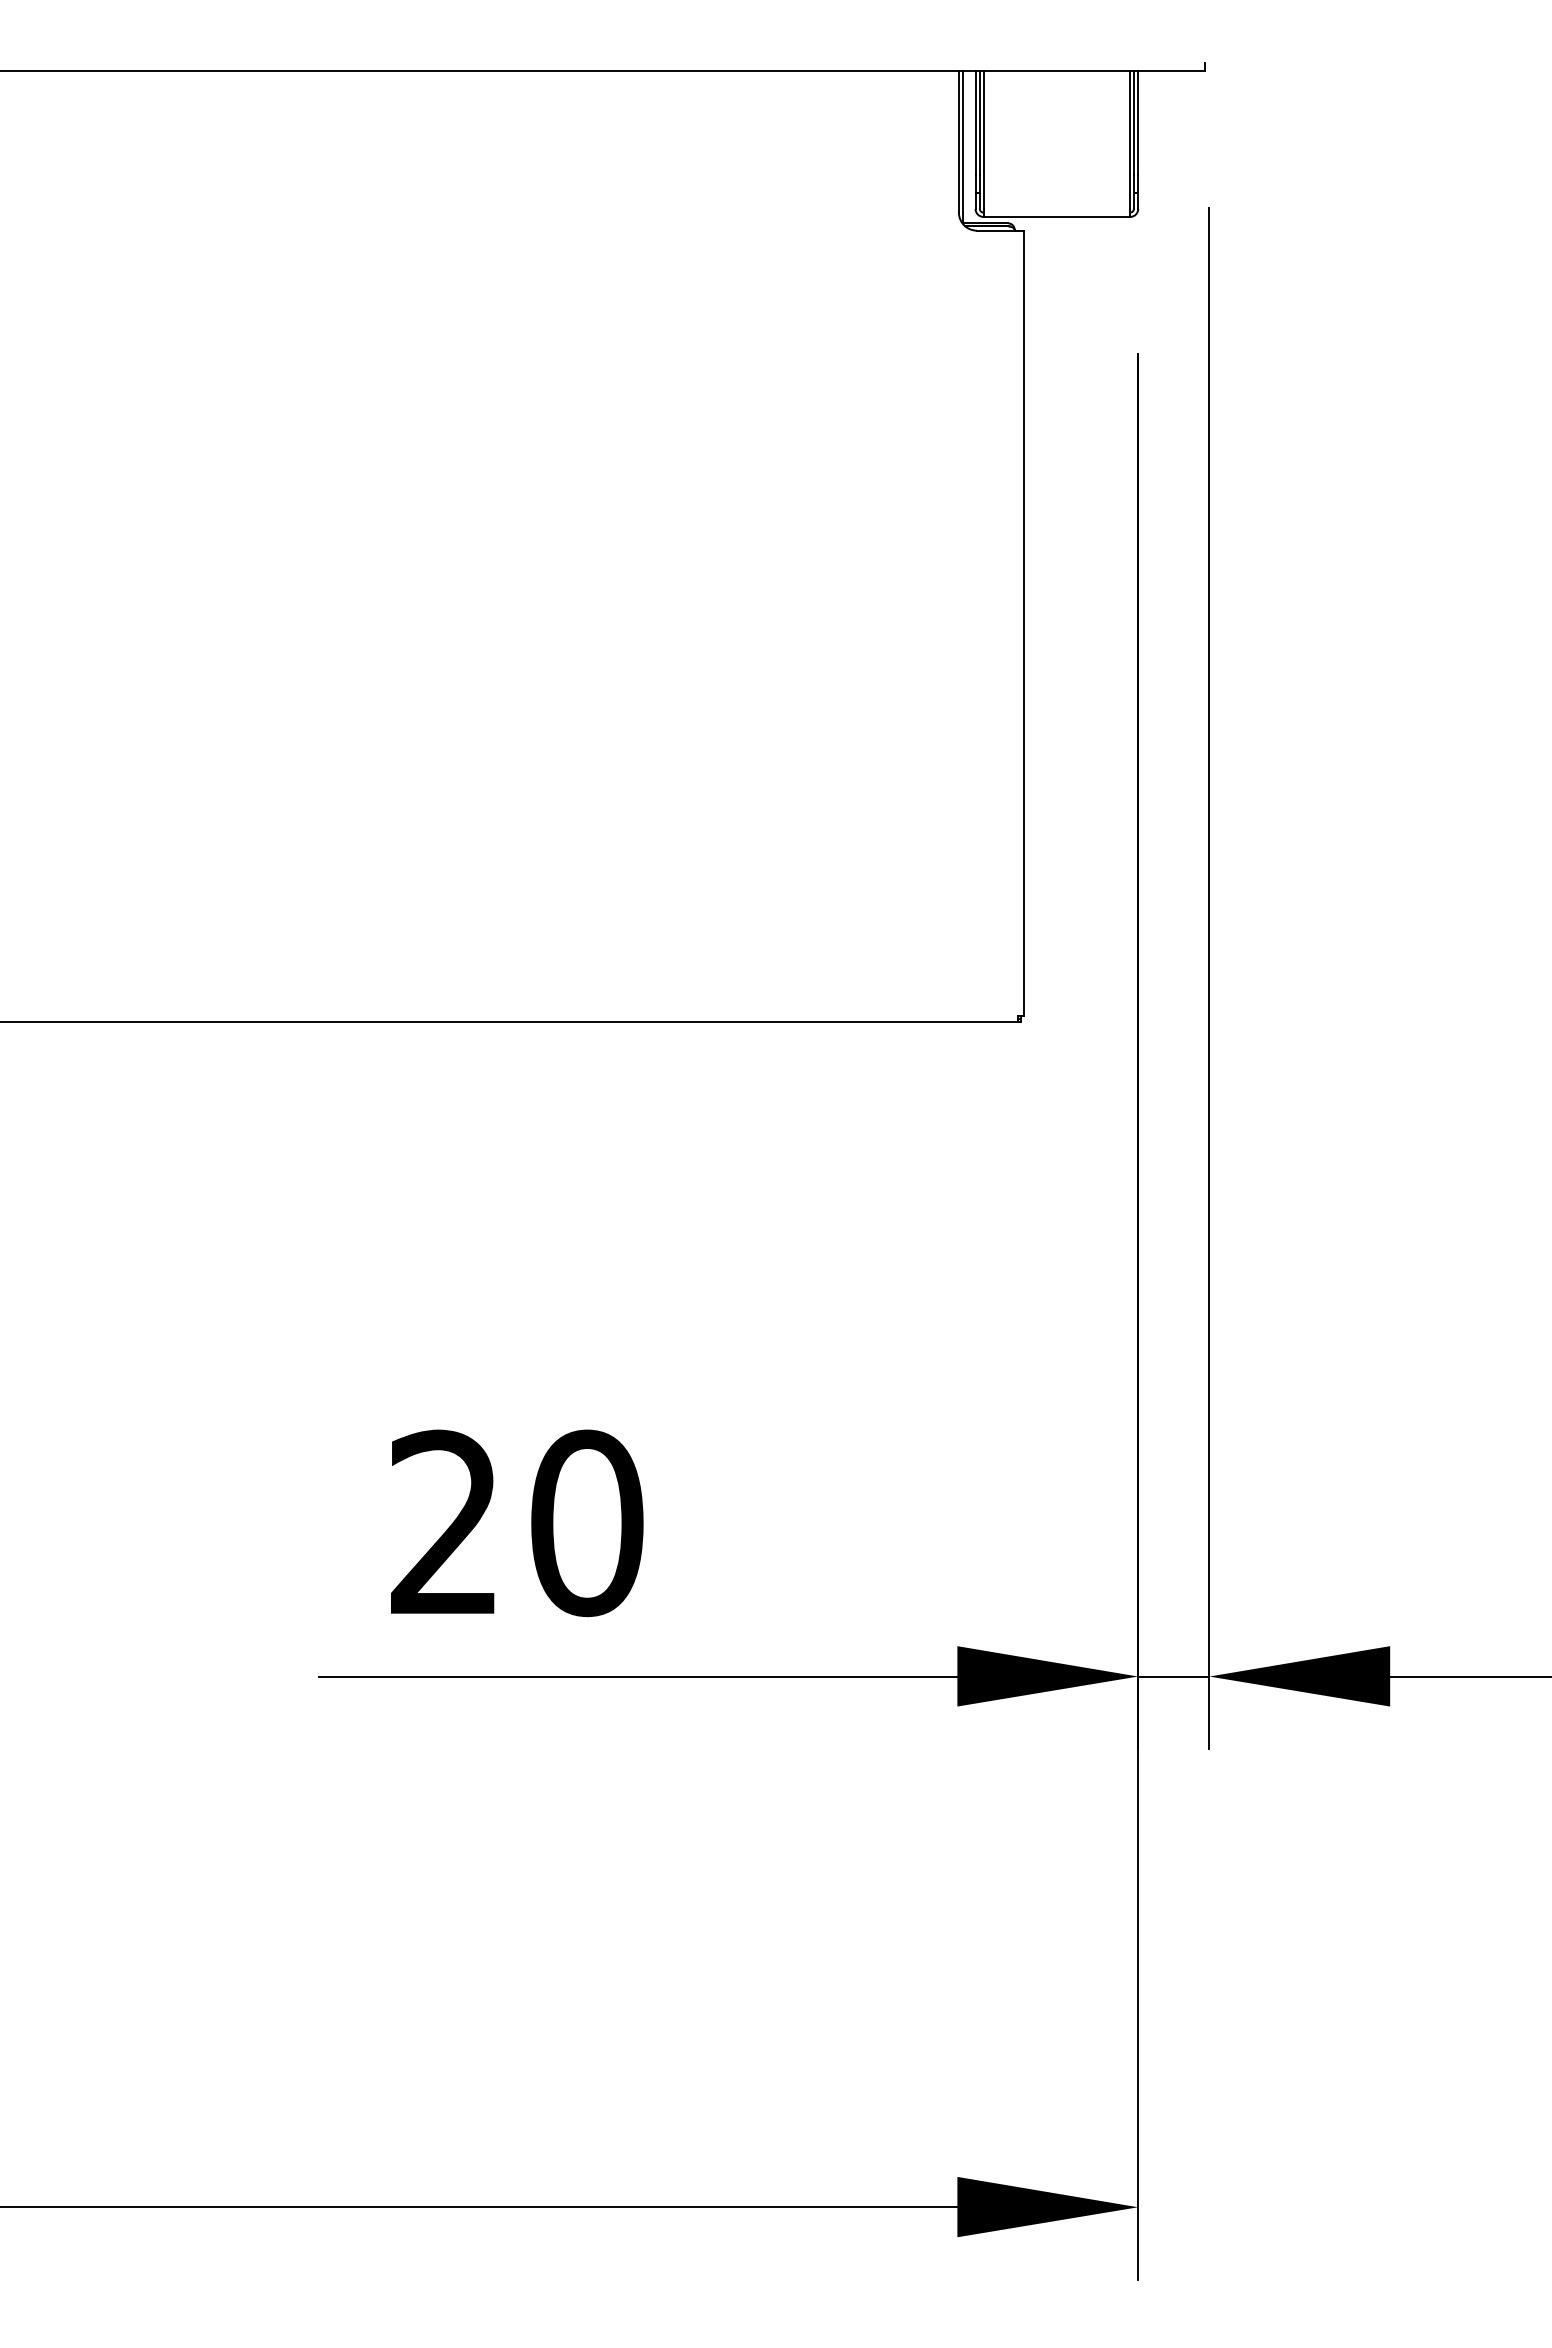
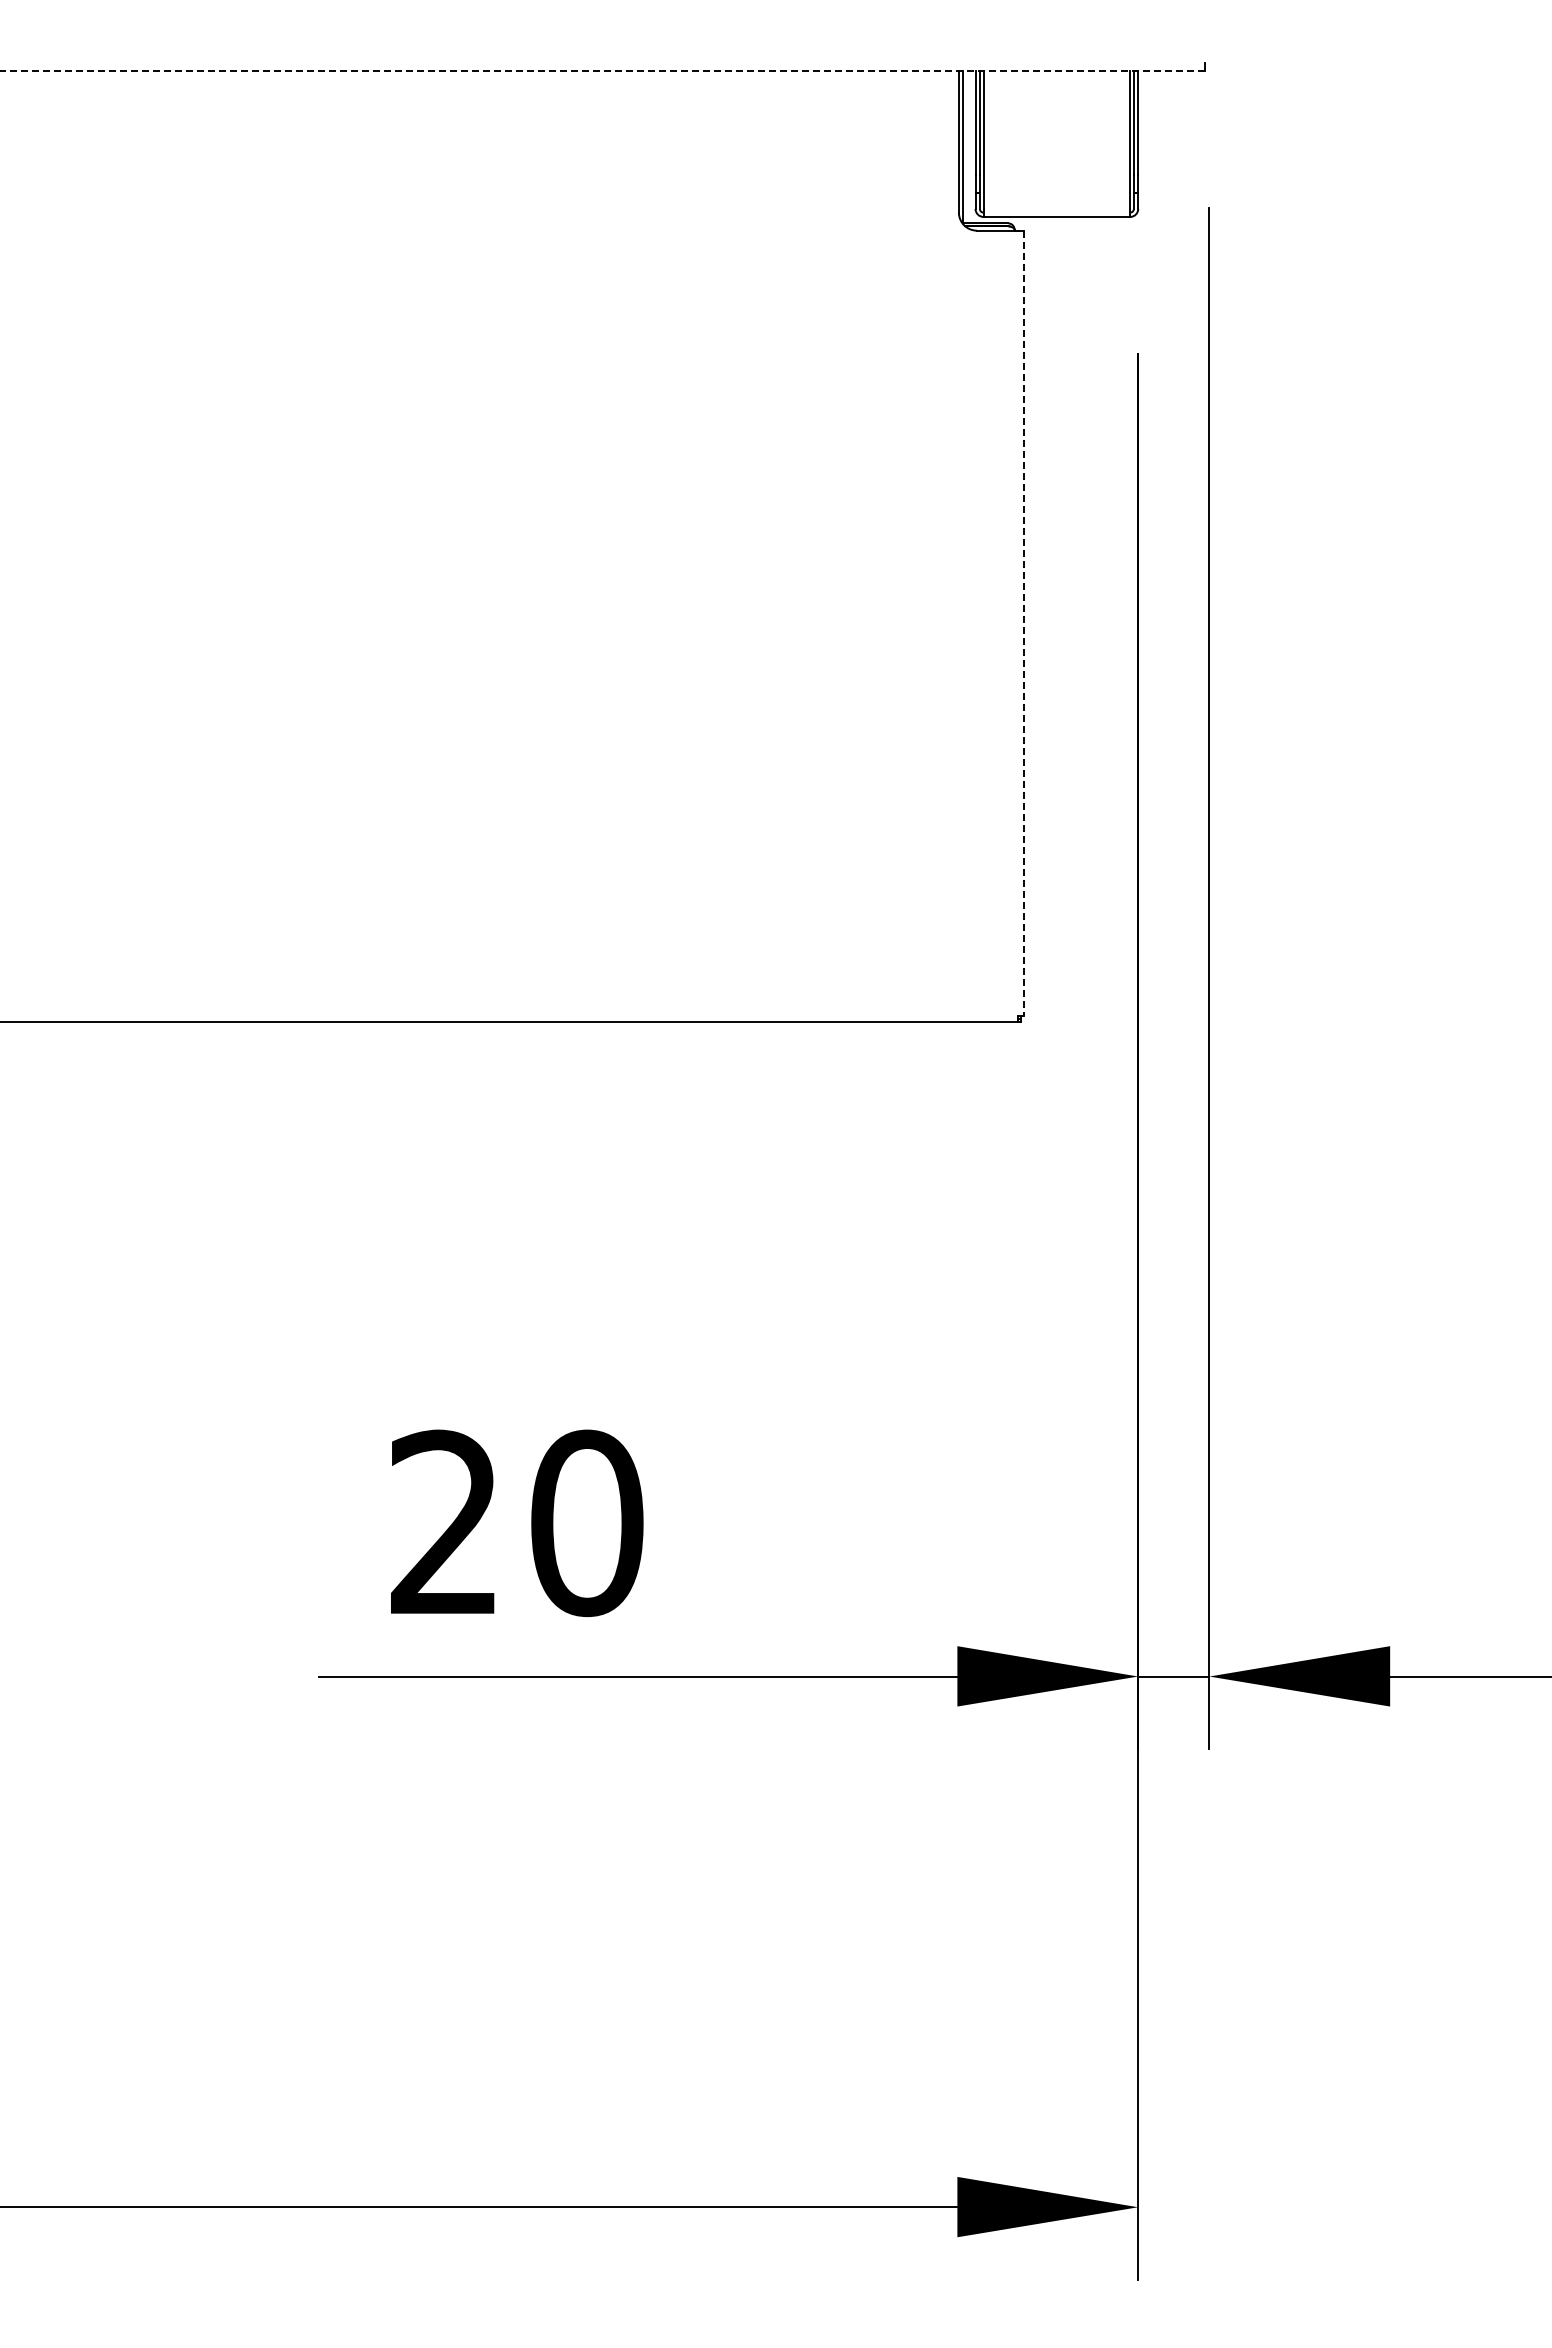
line at (602, 70): solid -> dashed
line at (1023, 623): solid -> dashed
